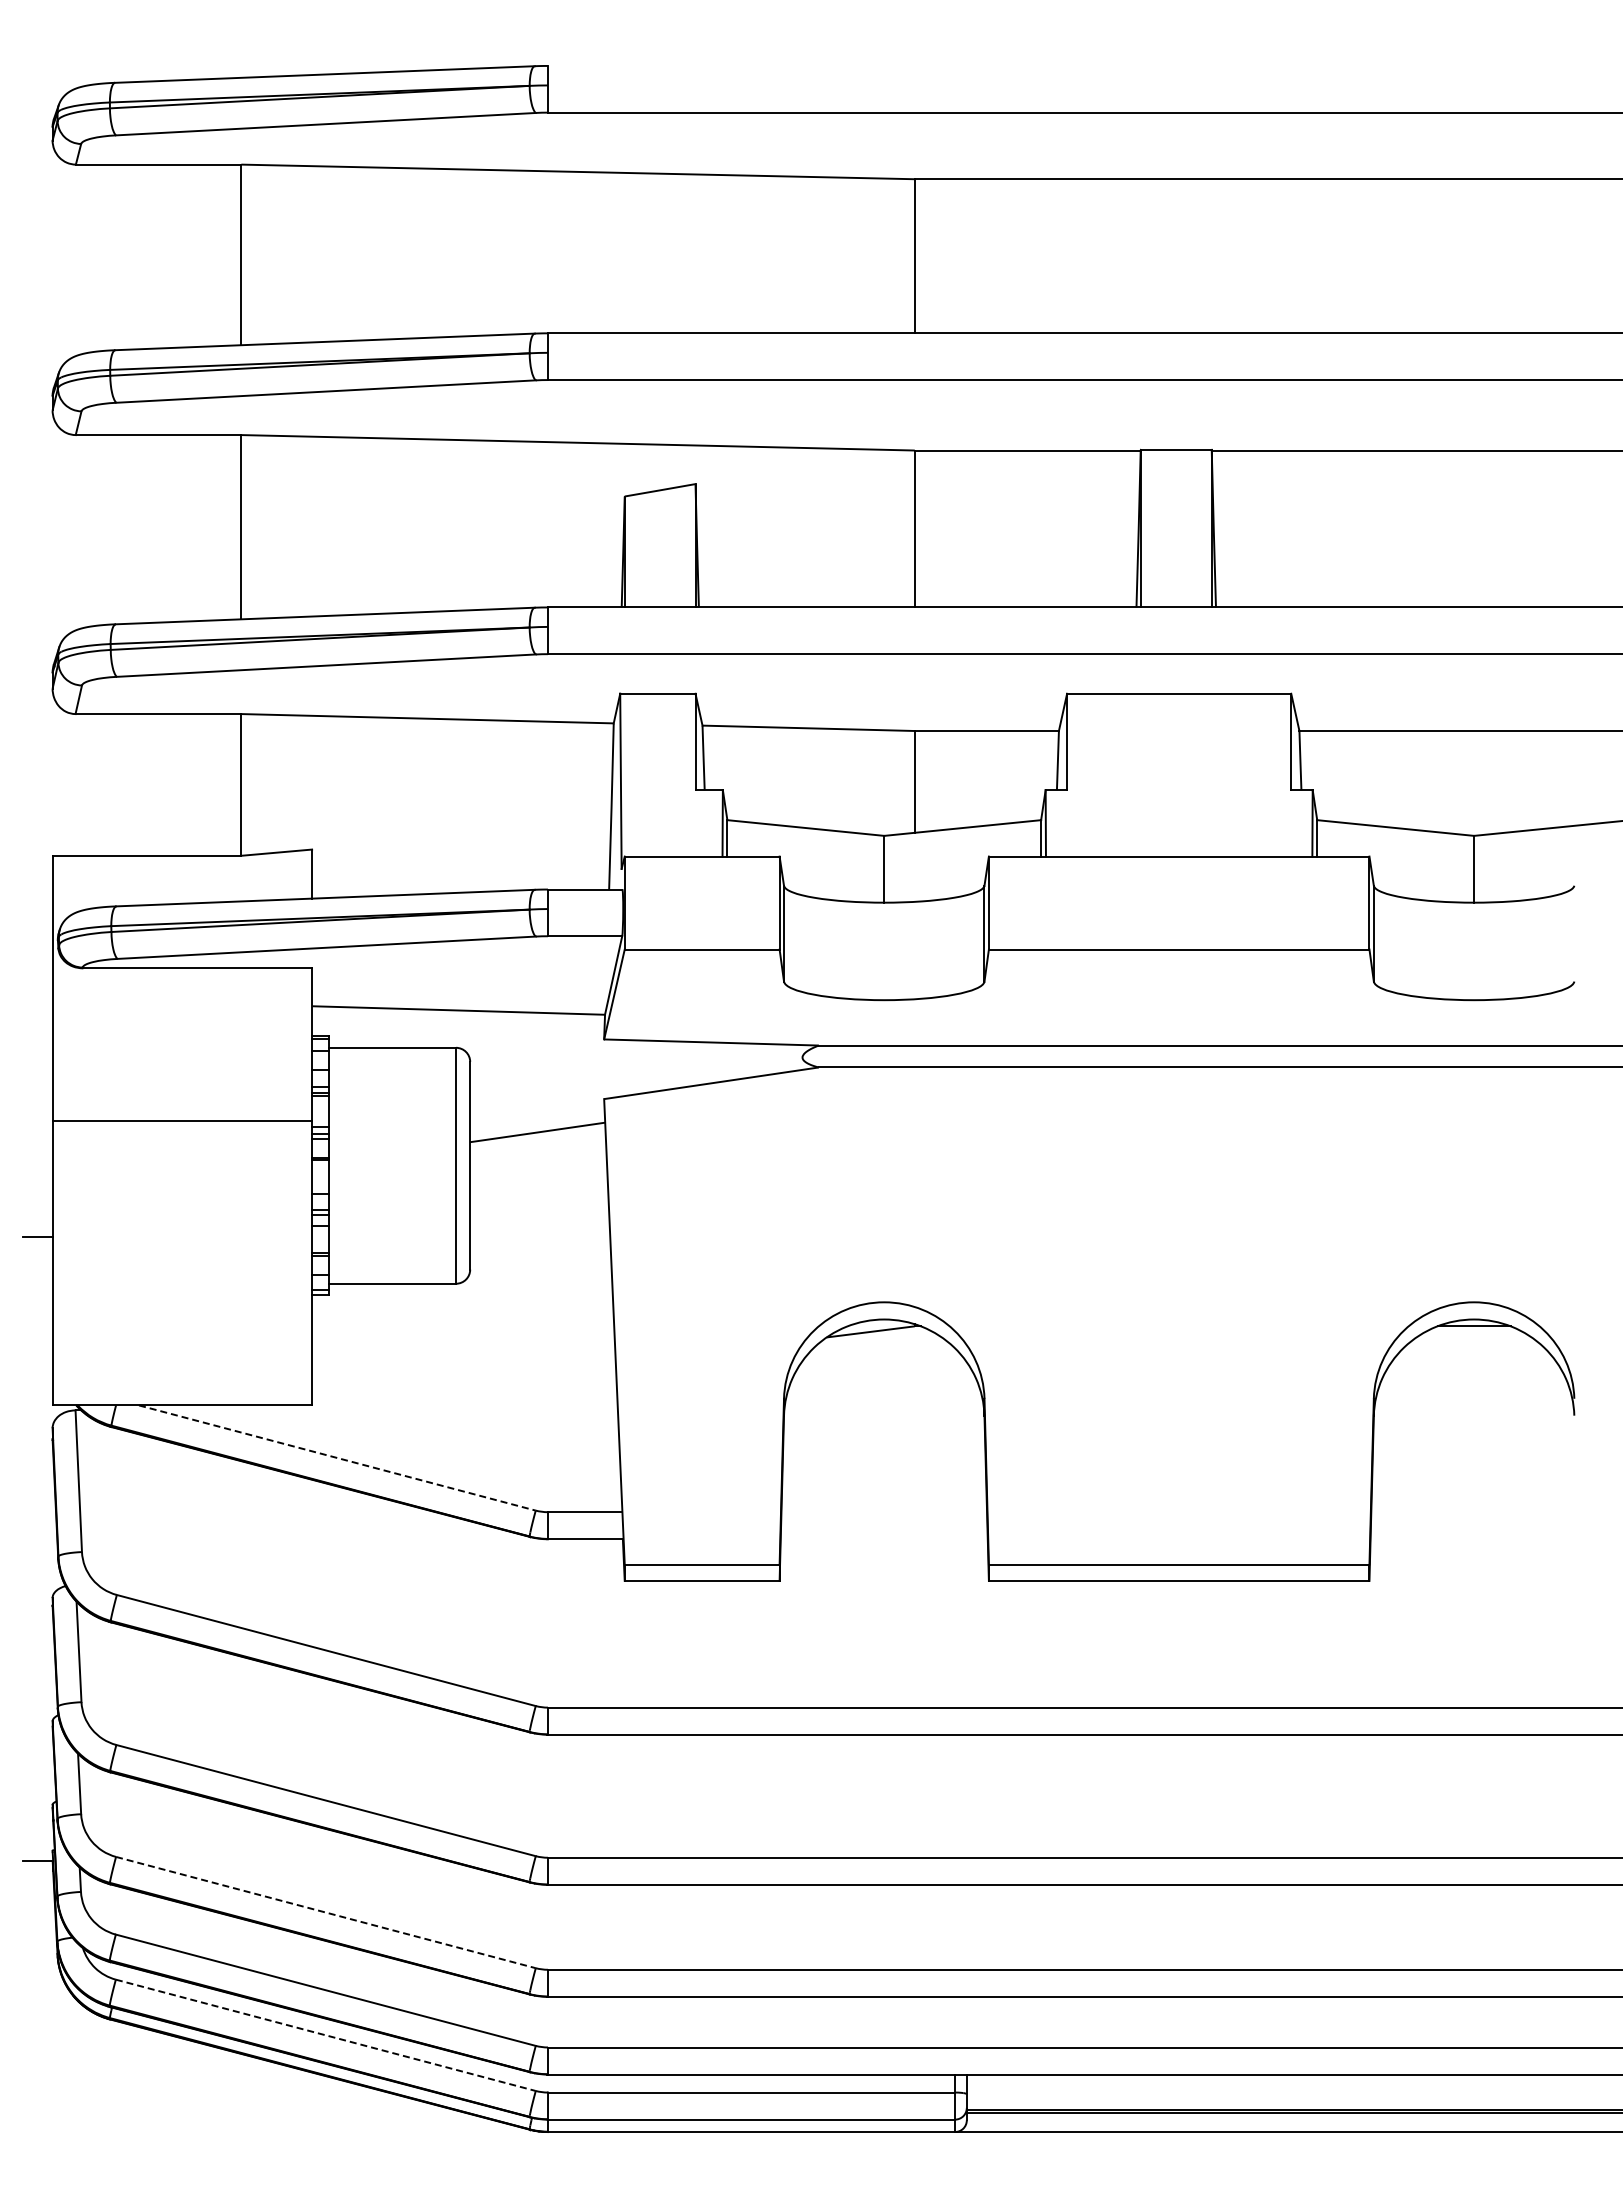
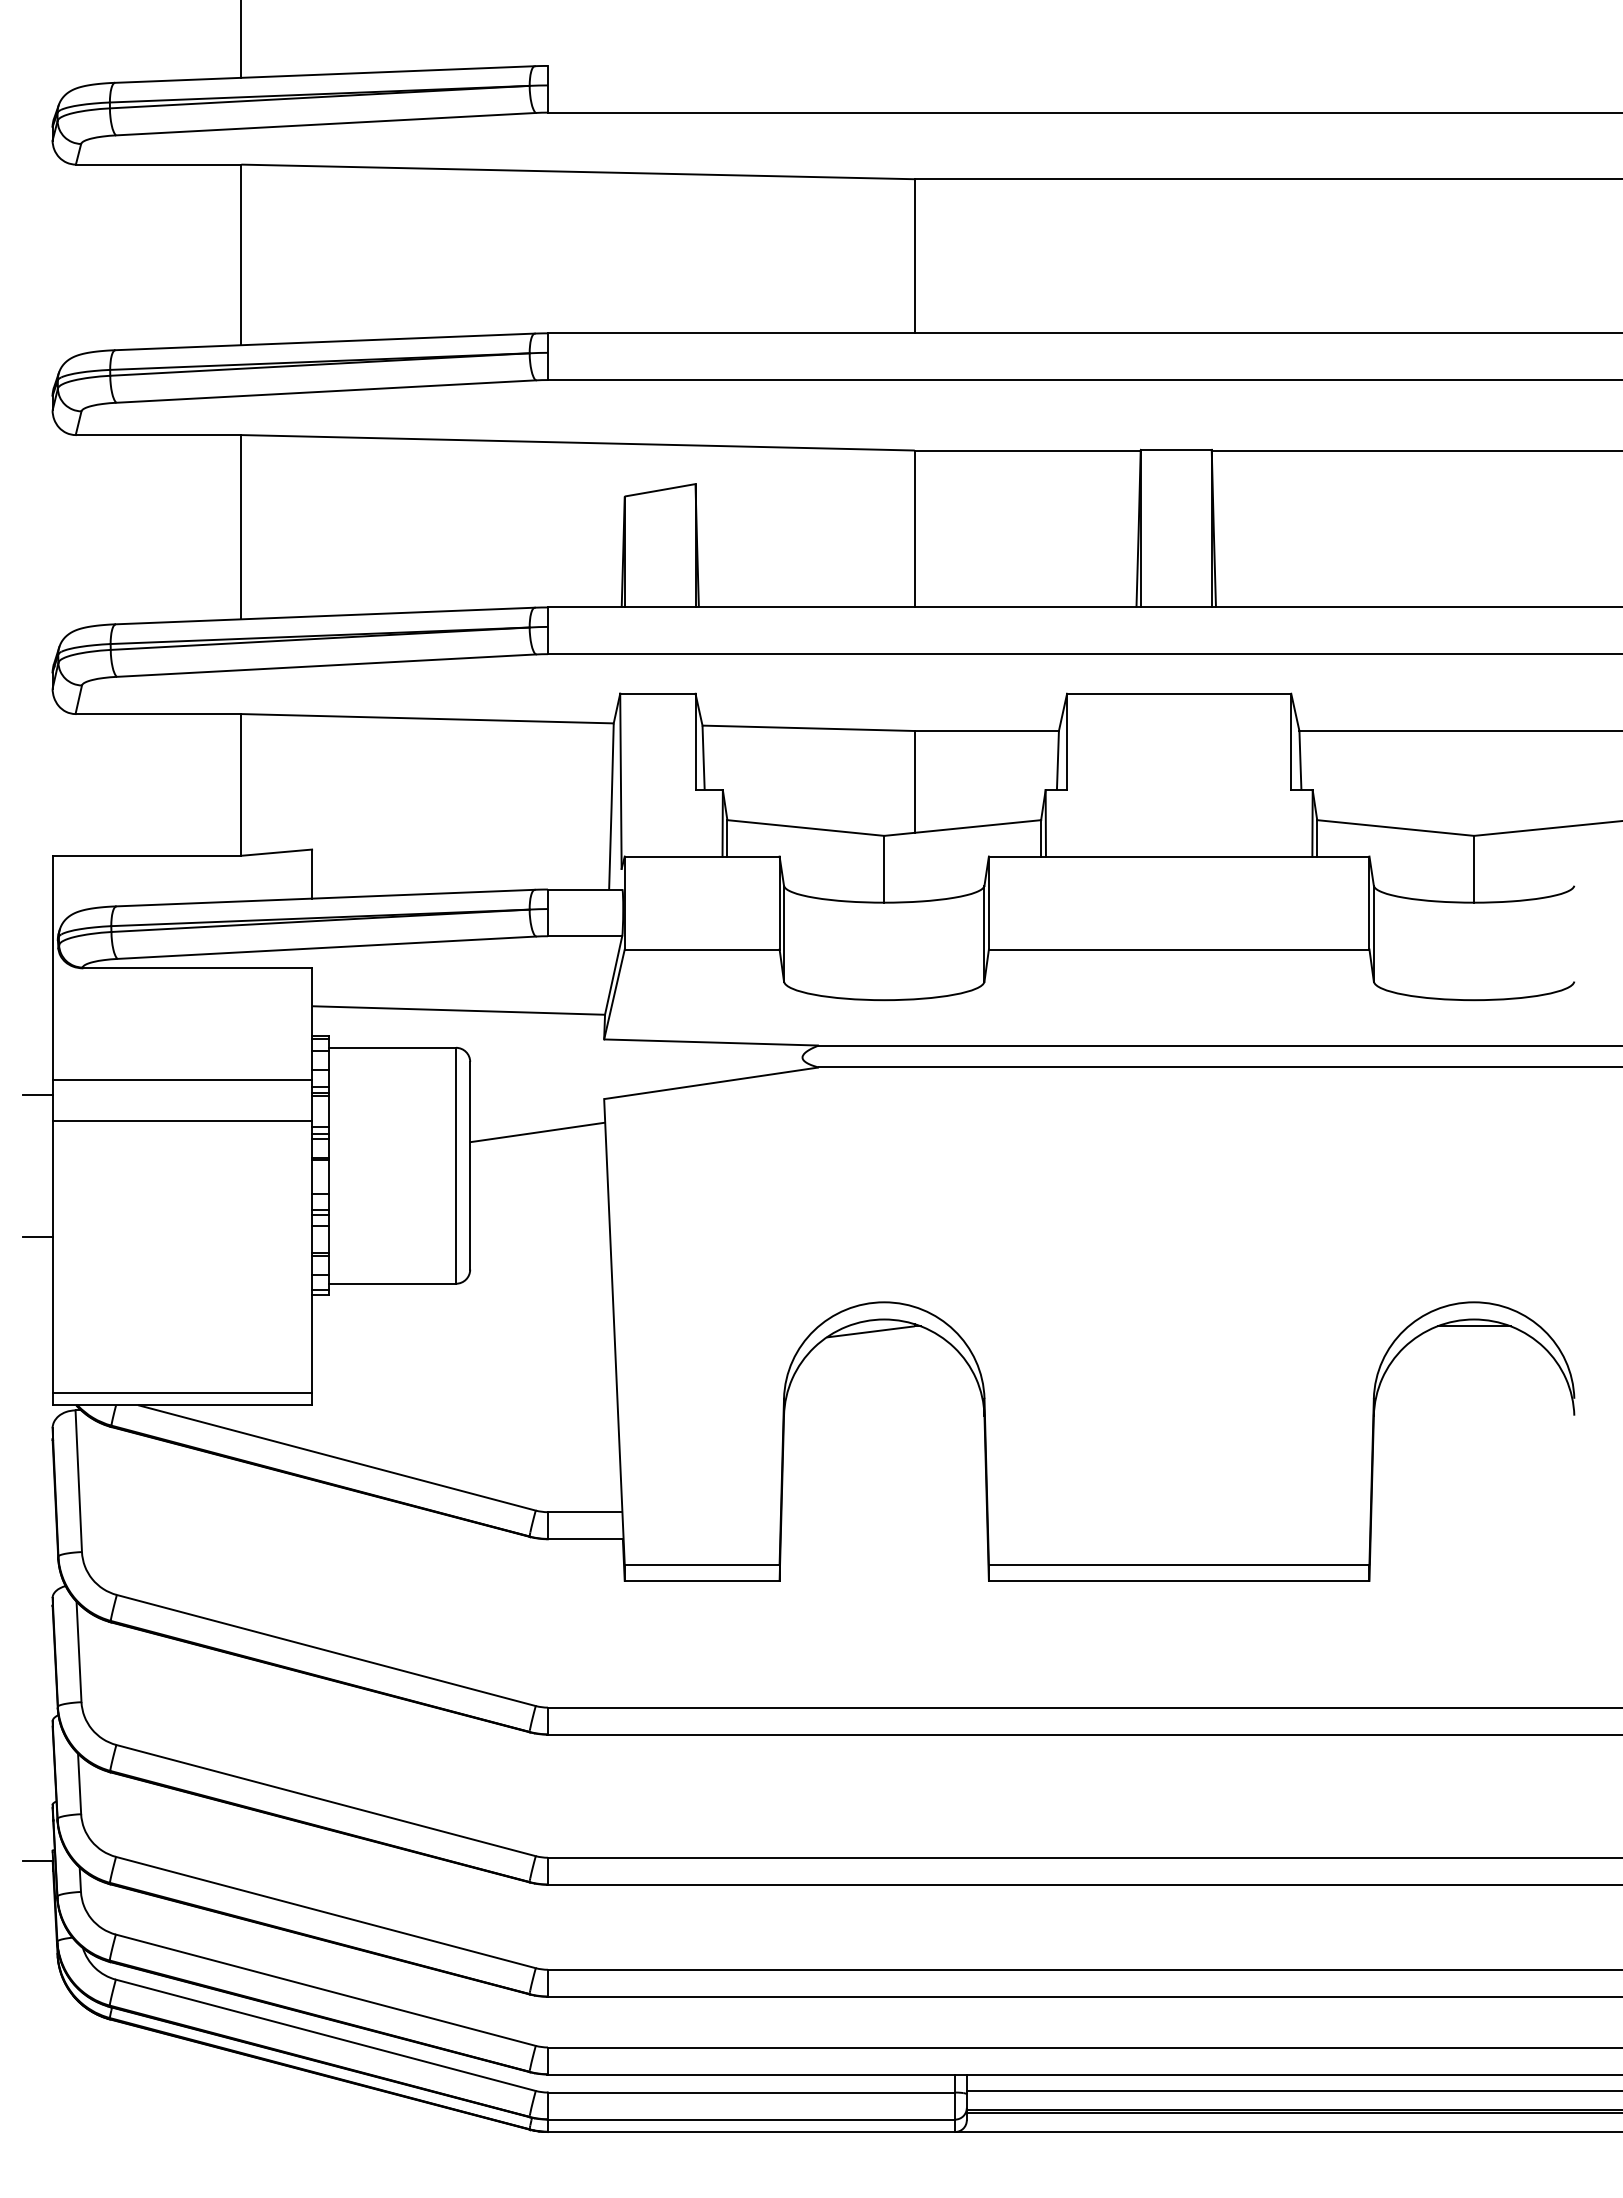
line at (241, 39): none -> present
line at (182, 1080): none -> present
line at (37, 1095): none -> present
line at (182, 1392): none -> present
line at (337, 1458): dashed -> solid
line at (326, 1912): dashed -> solid
line at (326, 2035): dashed -> solid
line at (1292, 2091): none -> present
